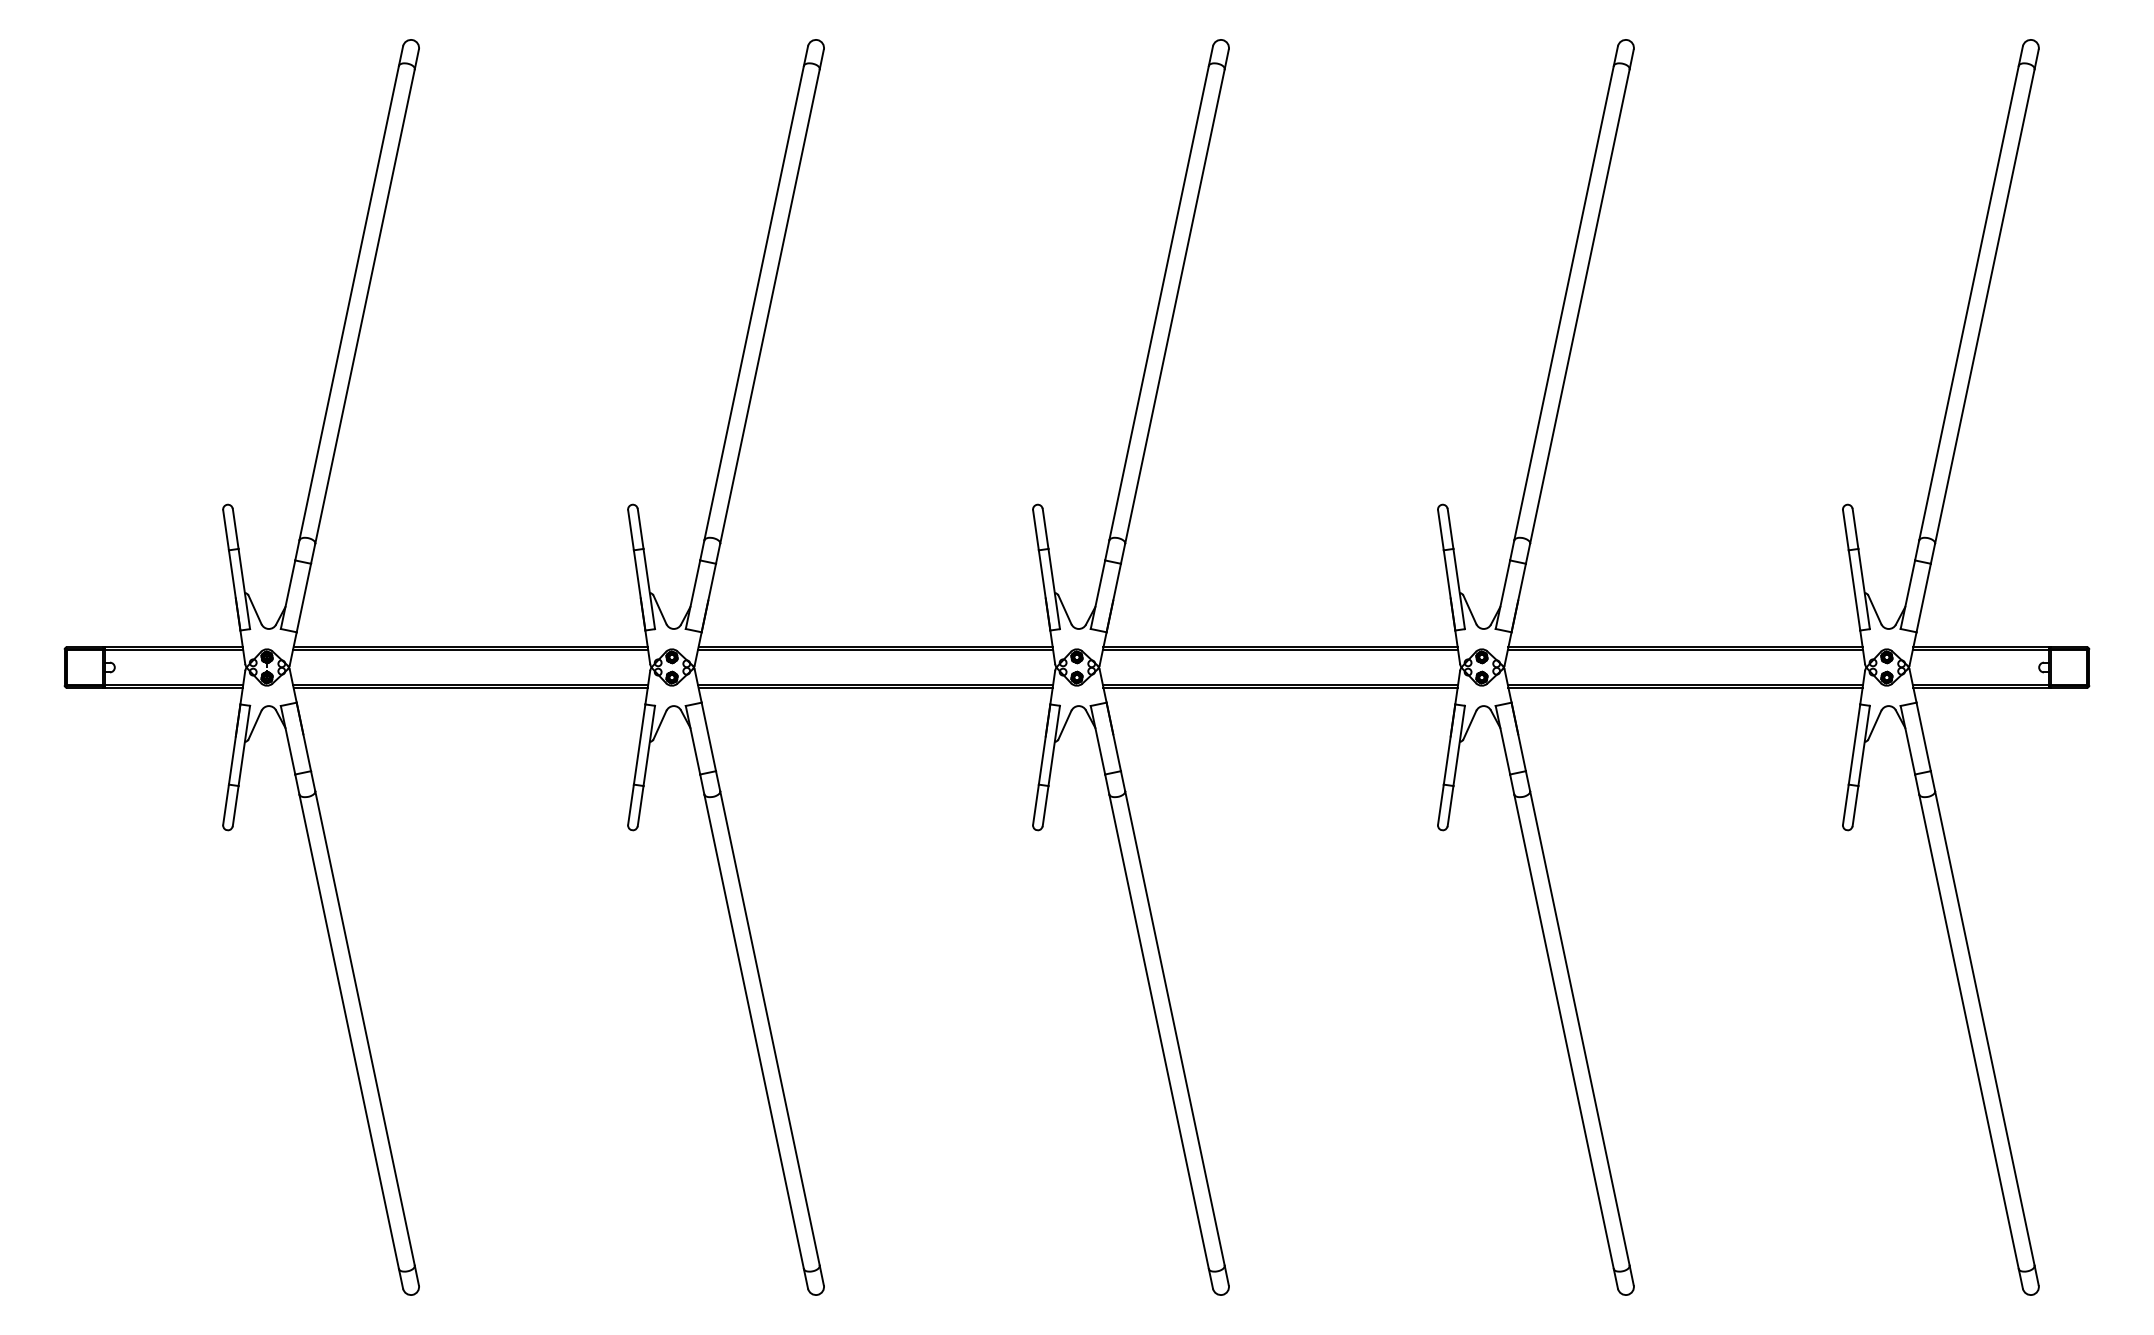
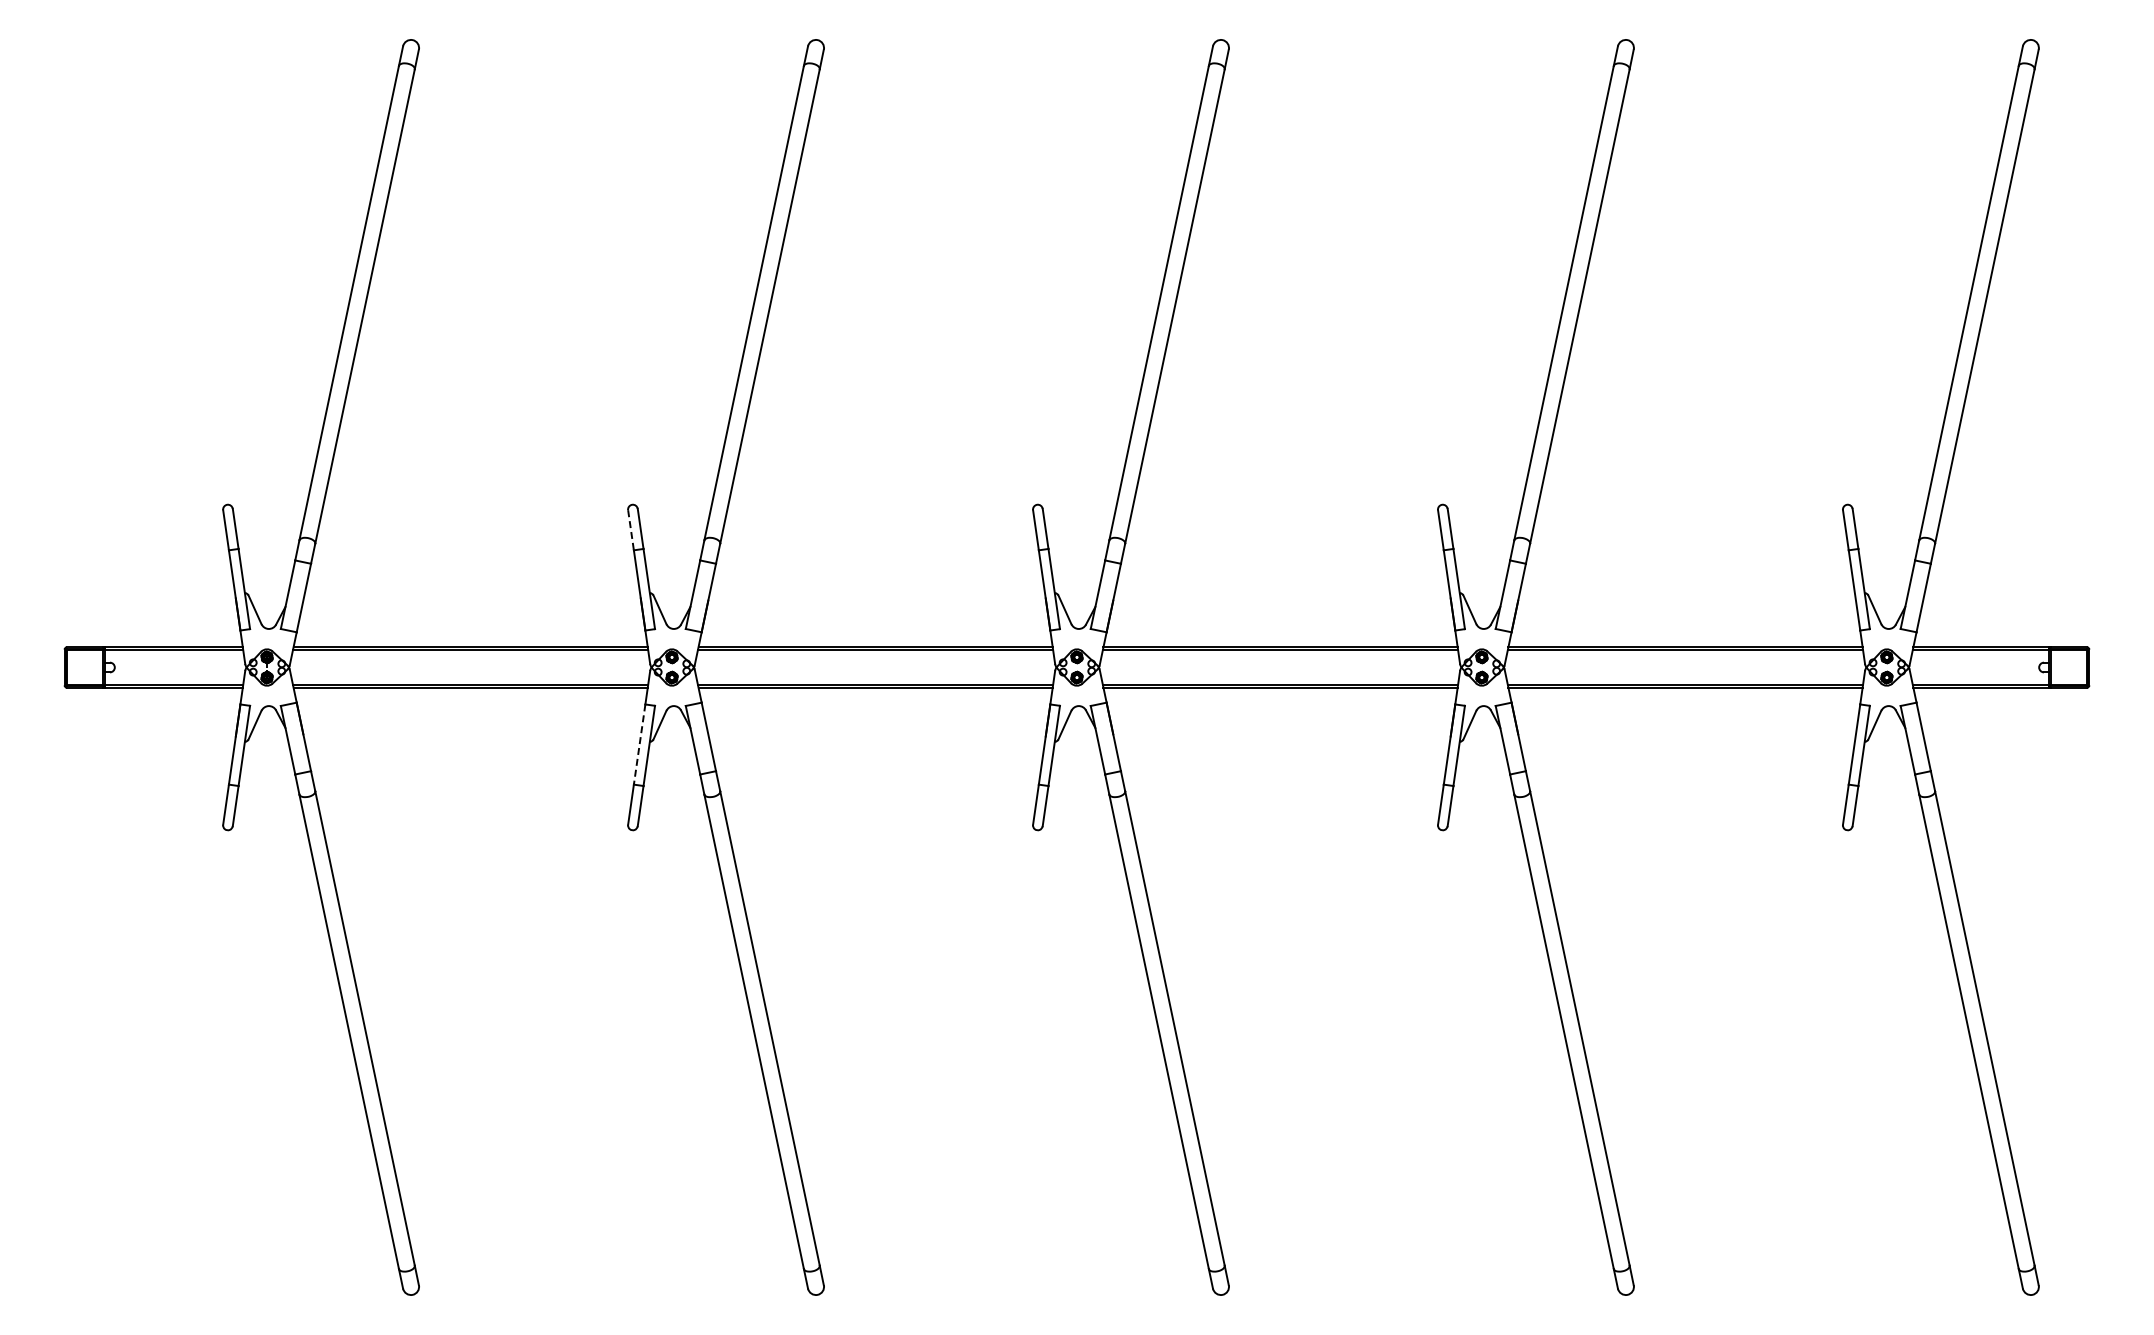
line at (631, 530): solid -> dashed
line at (639, 744): solid -> dashed
